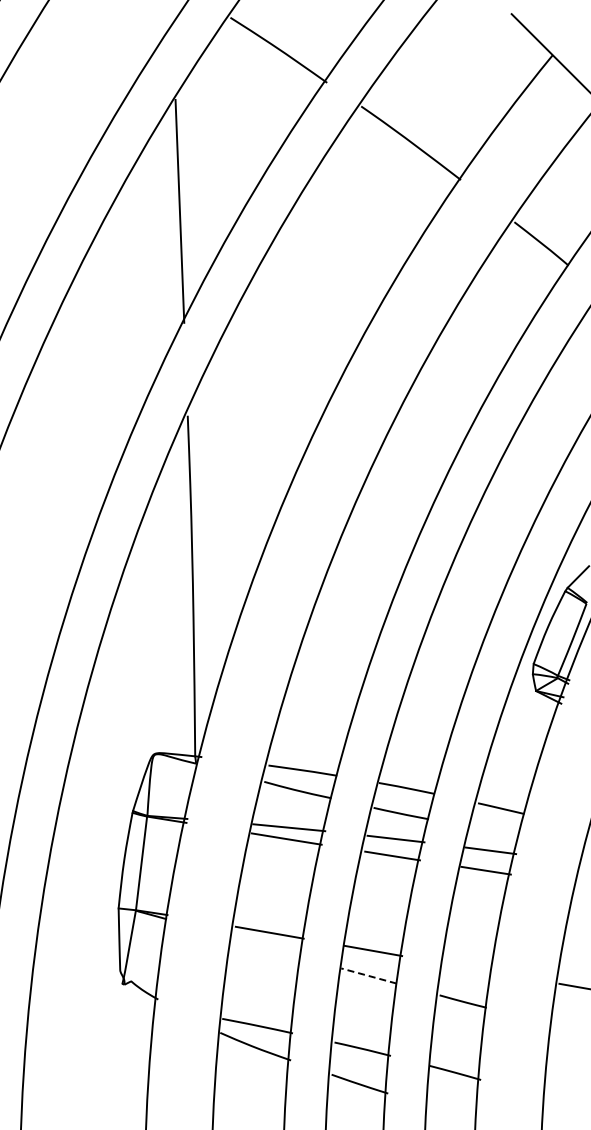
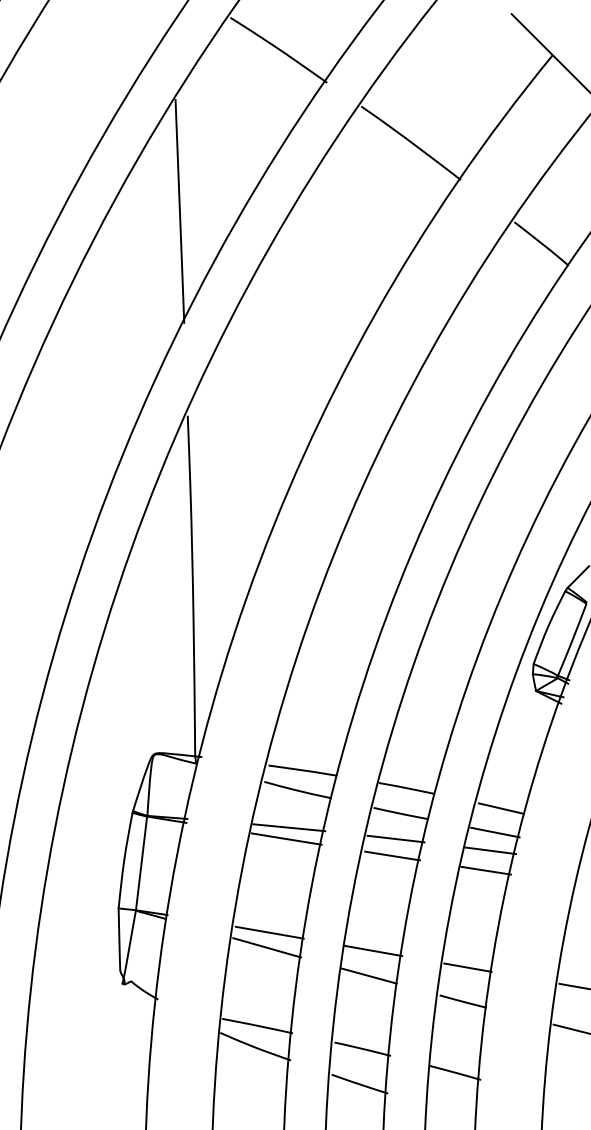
line at (495, 832): none -> present
line at (267, 947): none -> present
line at (467, 967): none -> present
line at (368, 976): dashed -> solid
line at (570, 1028): none -> present
